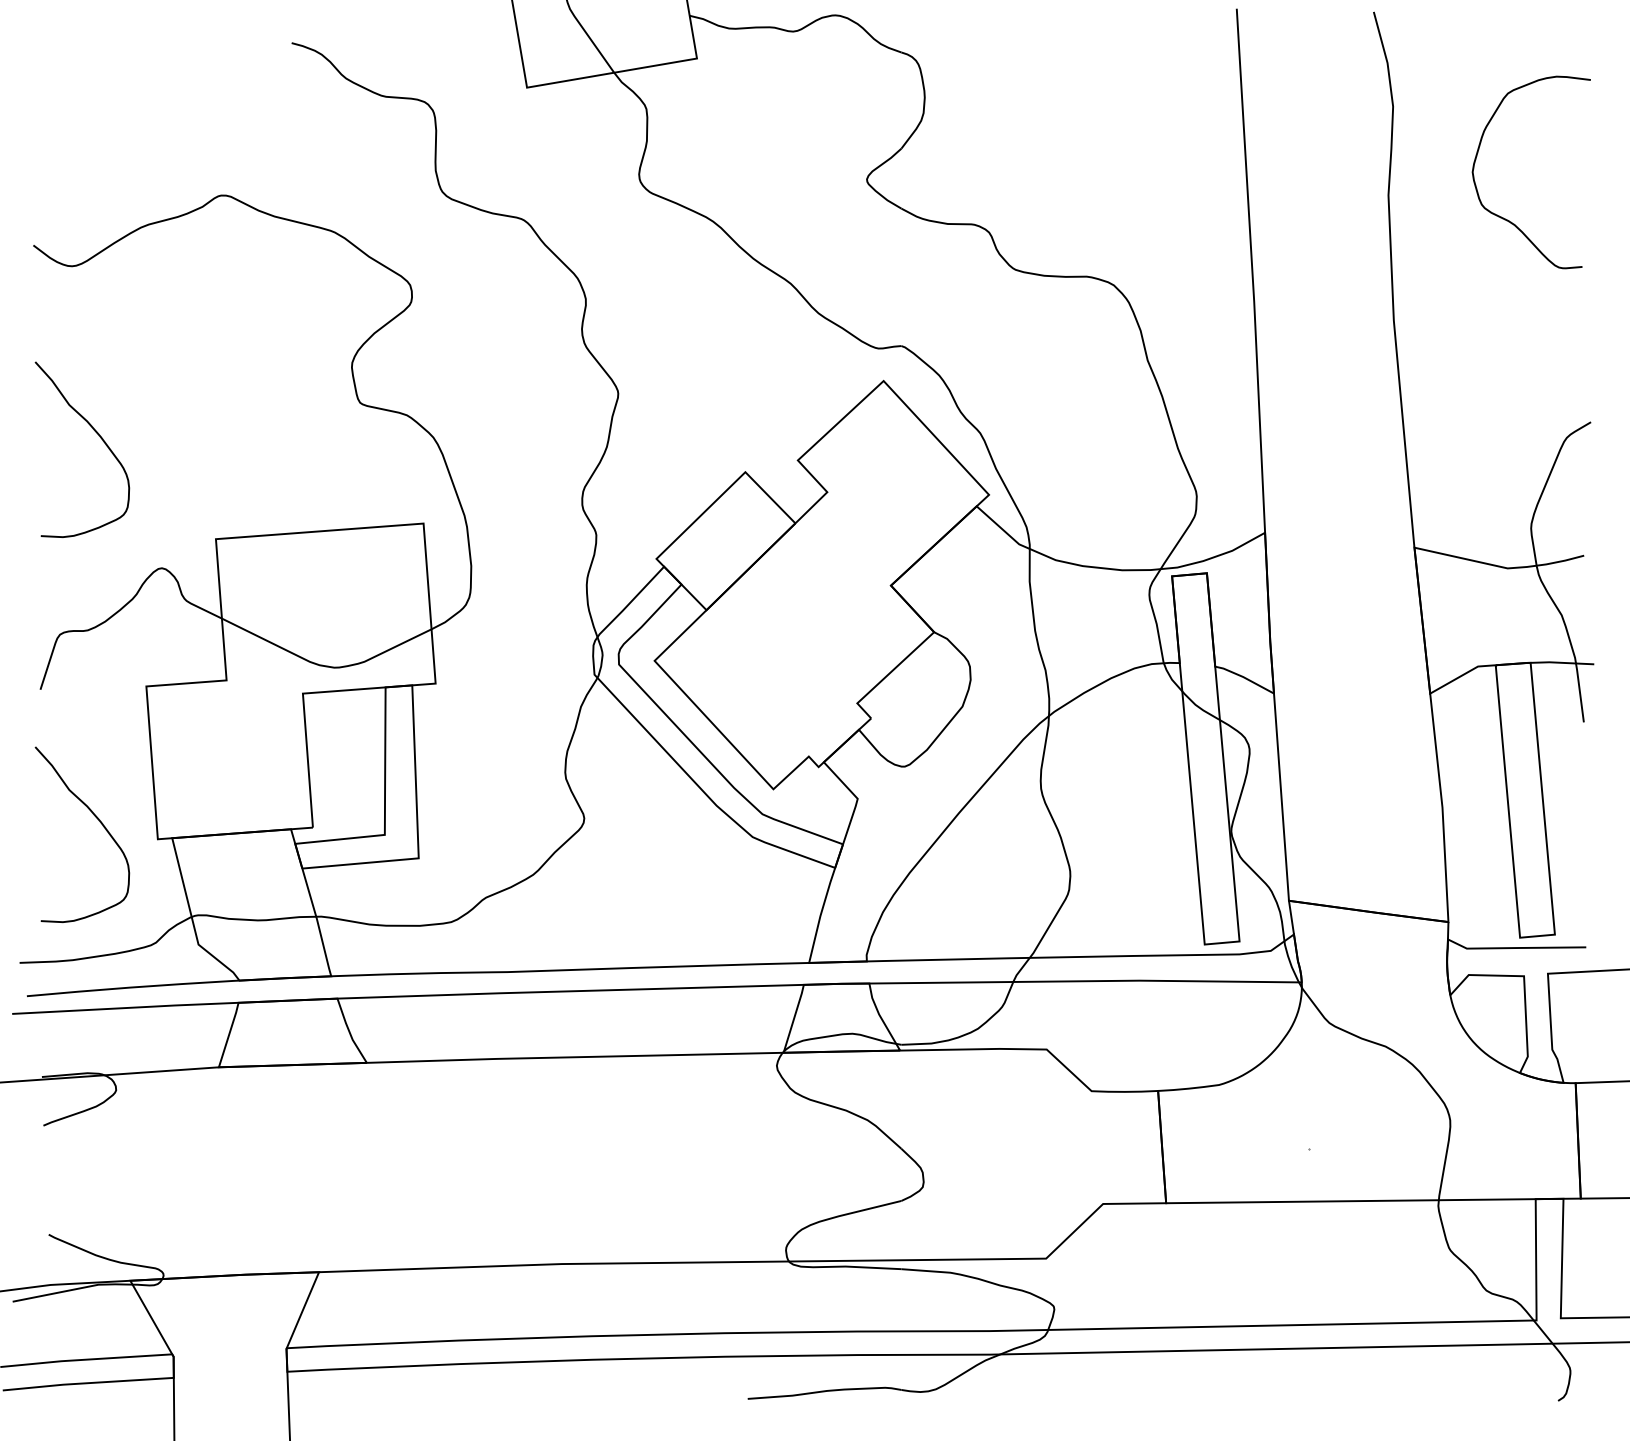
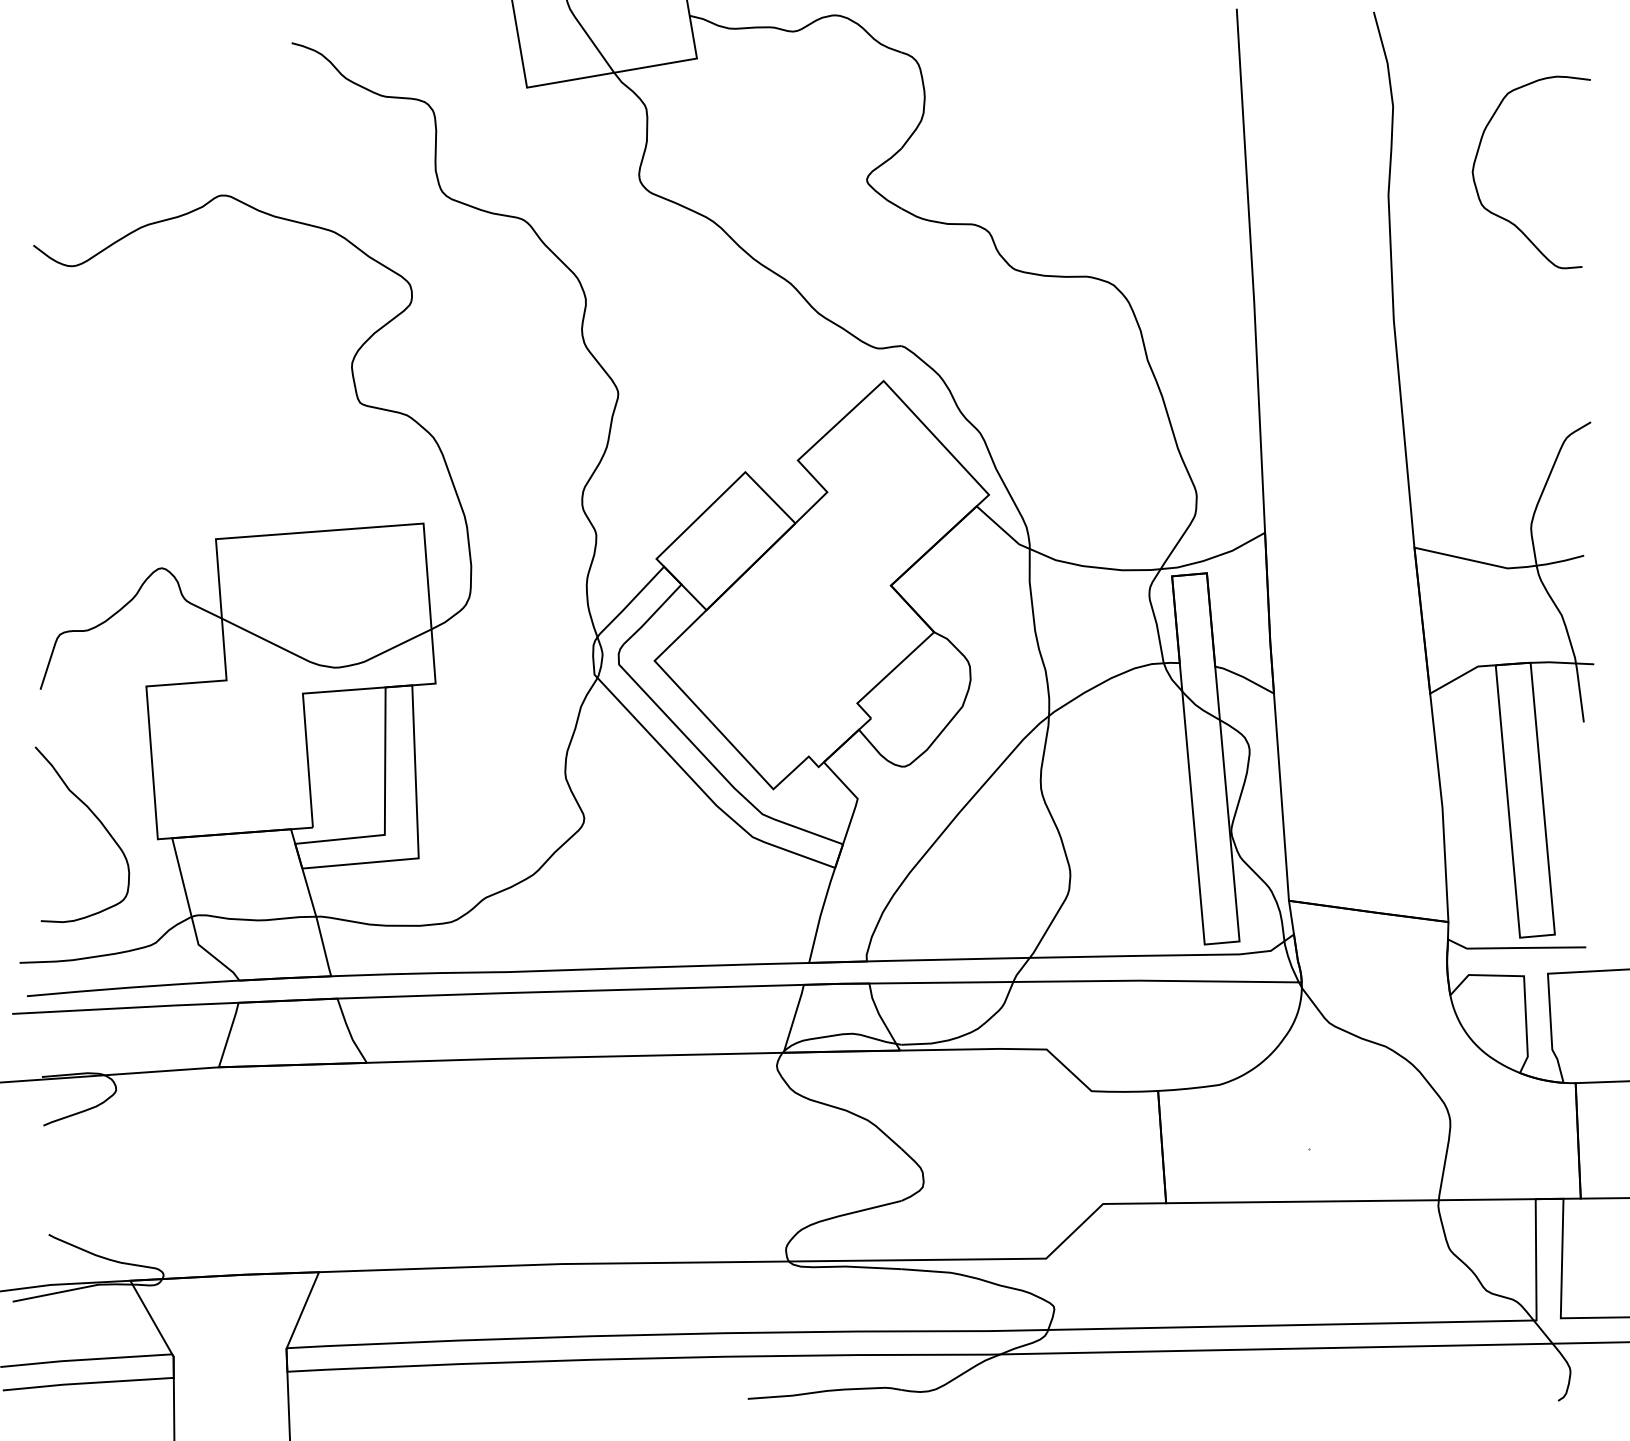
curve at (100, 438): present -> none
